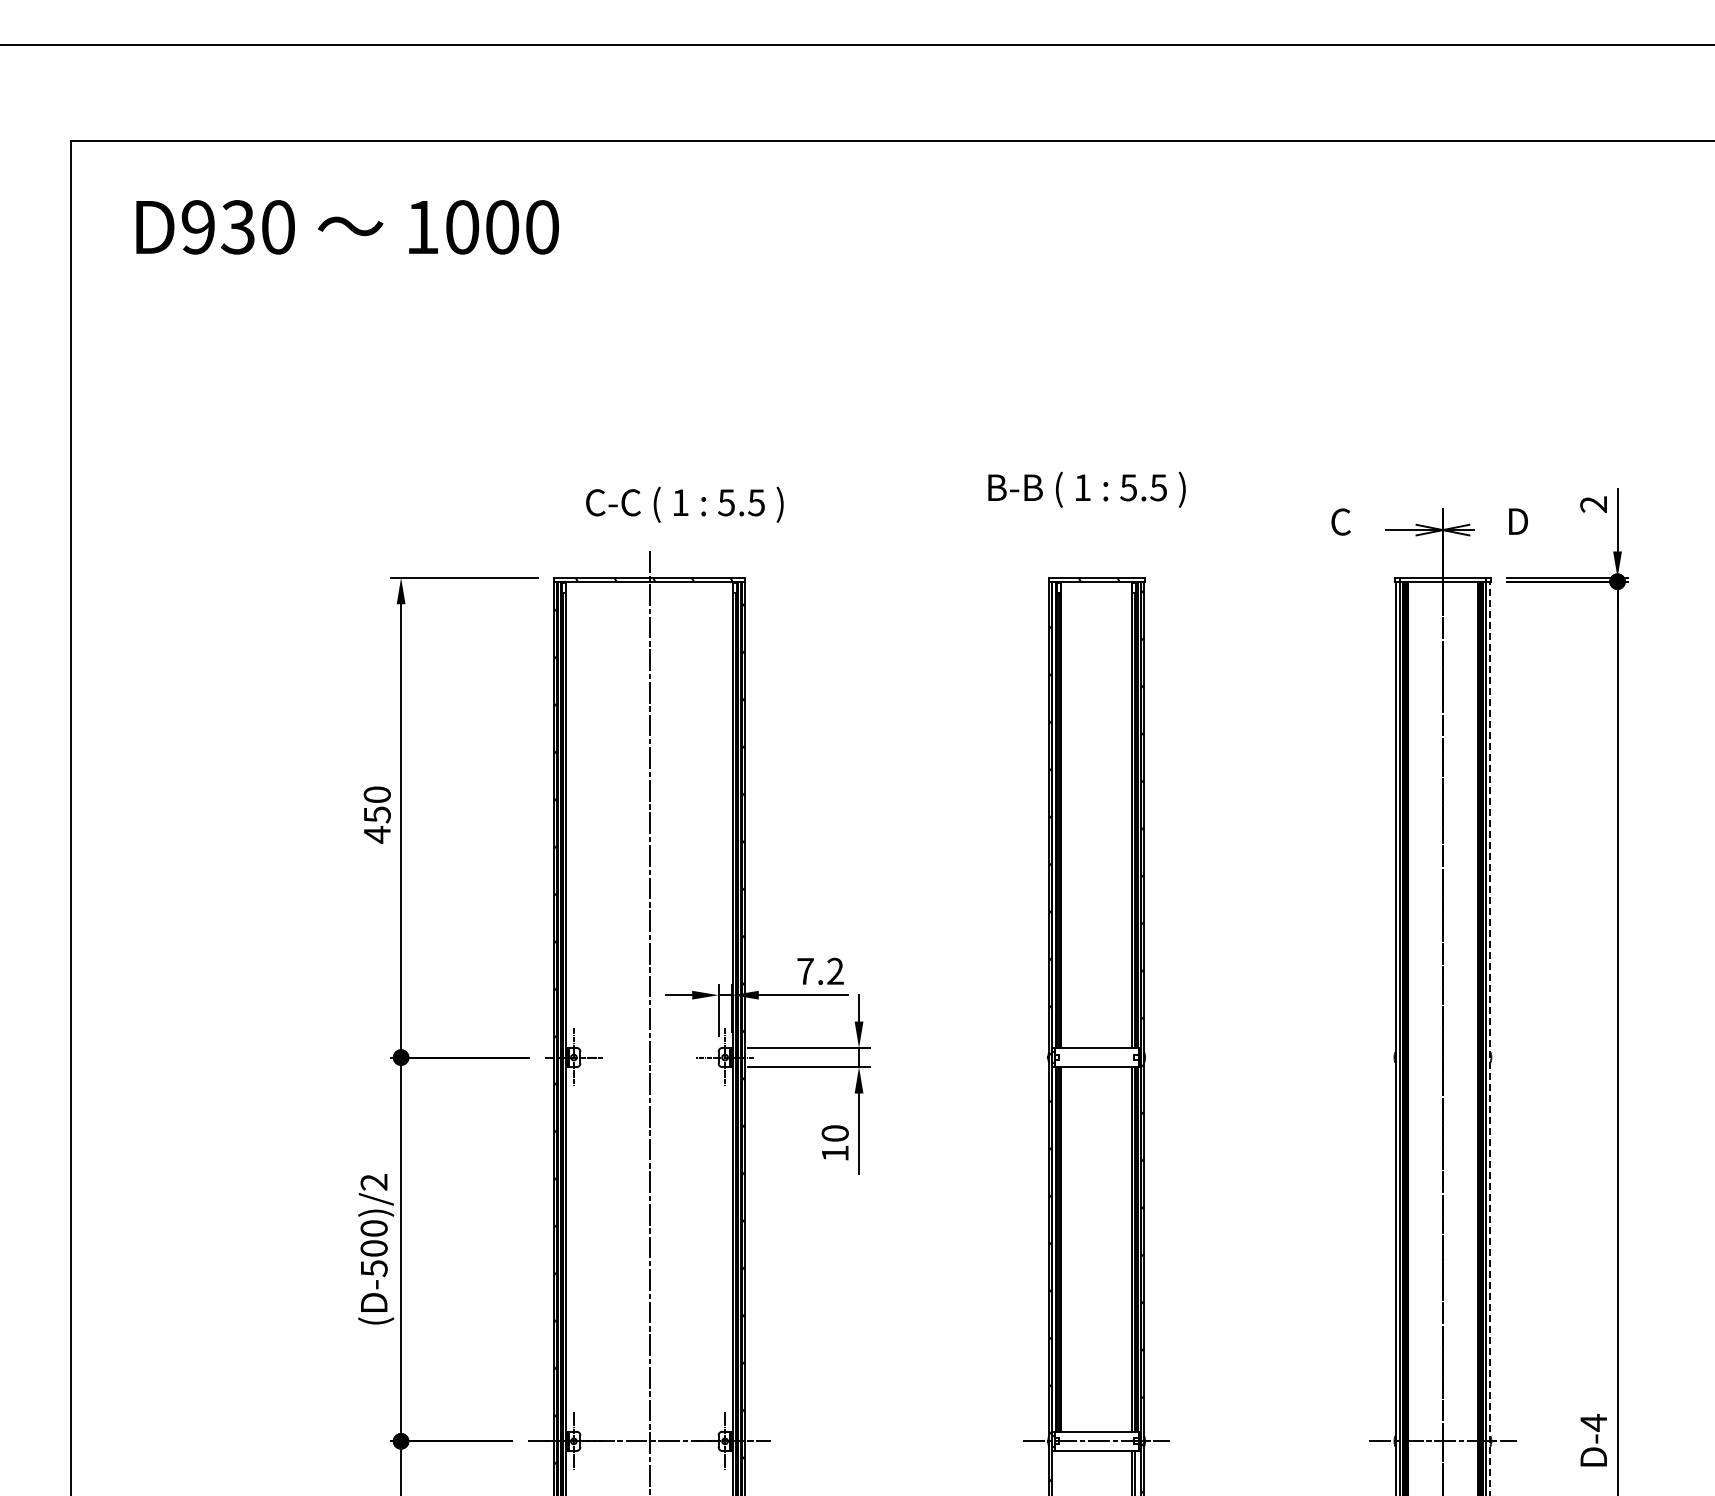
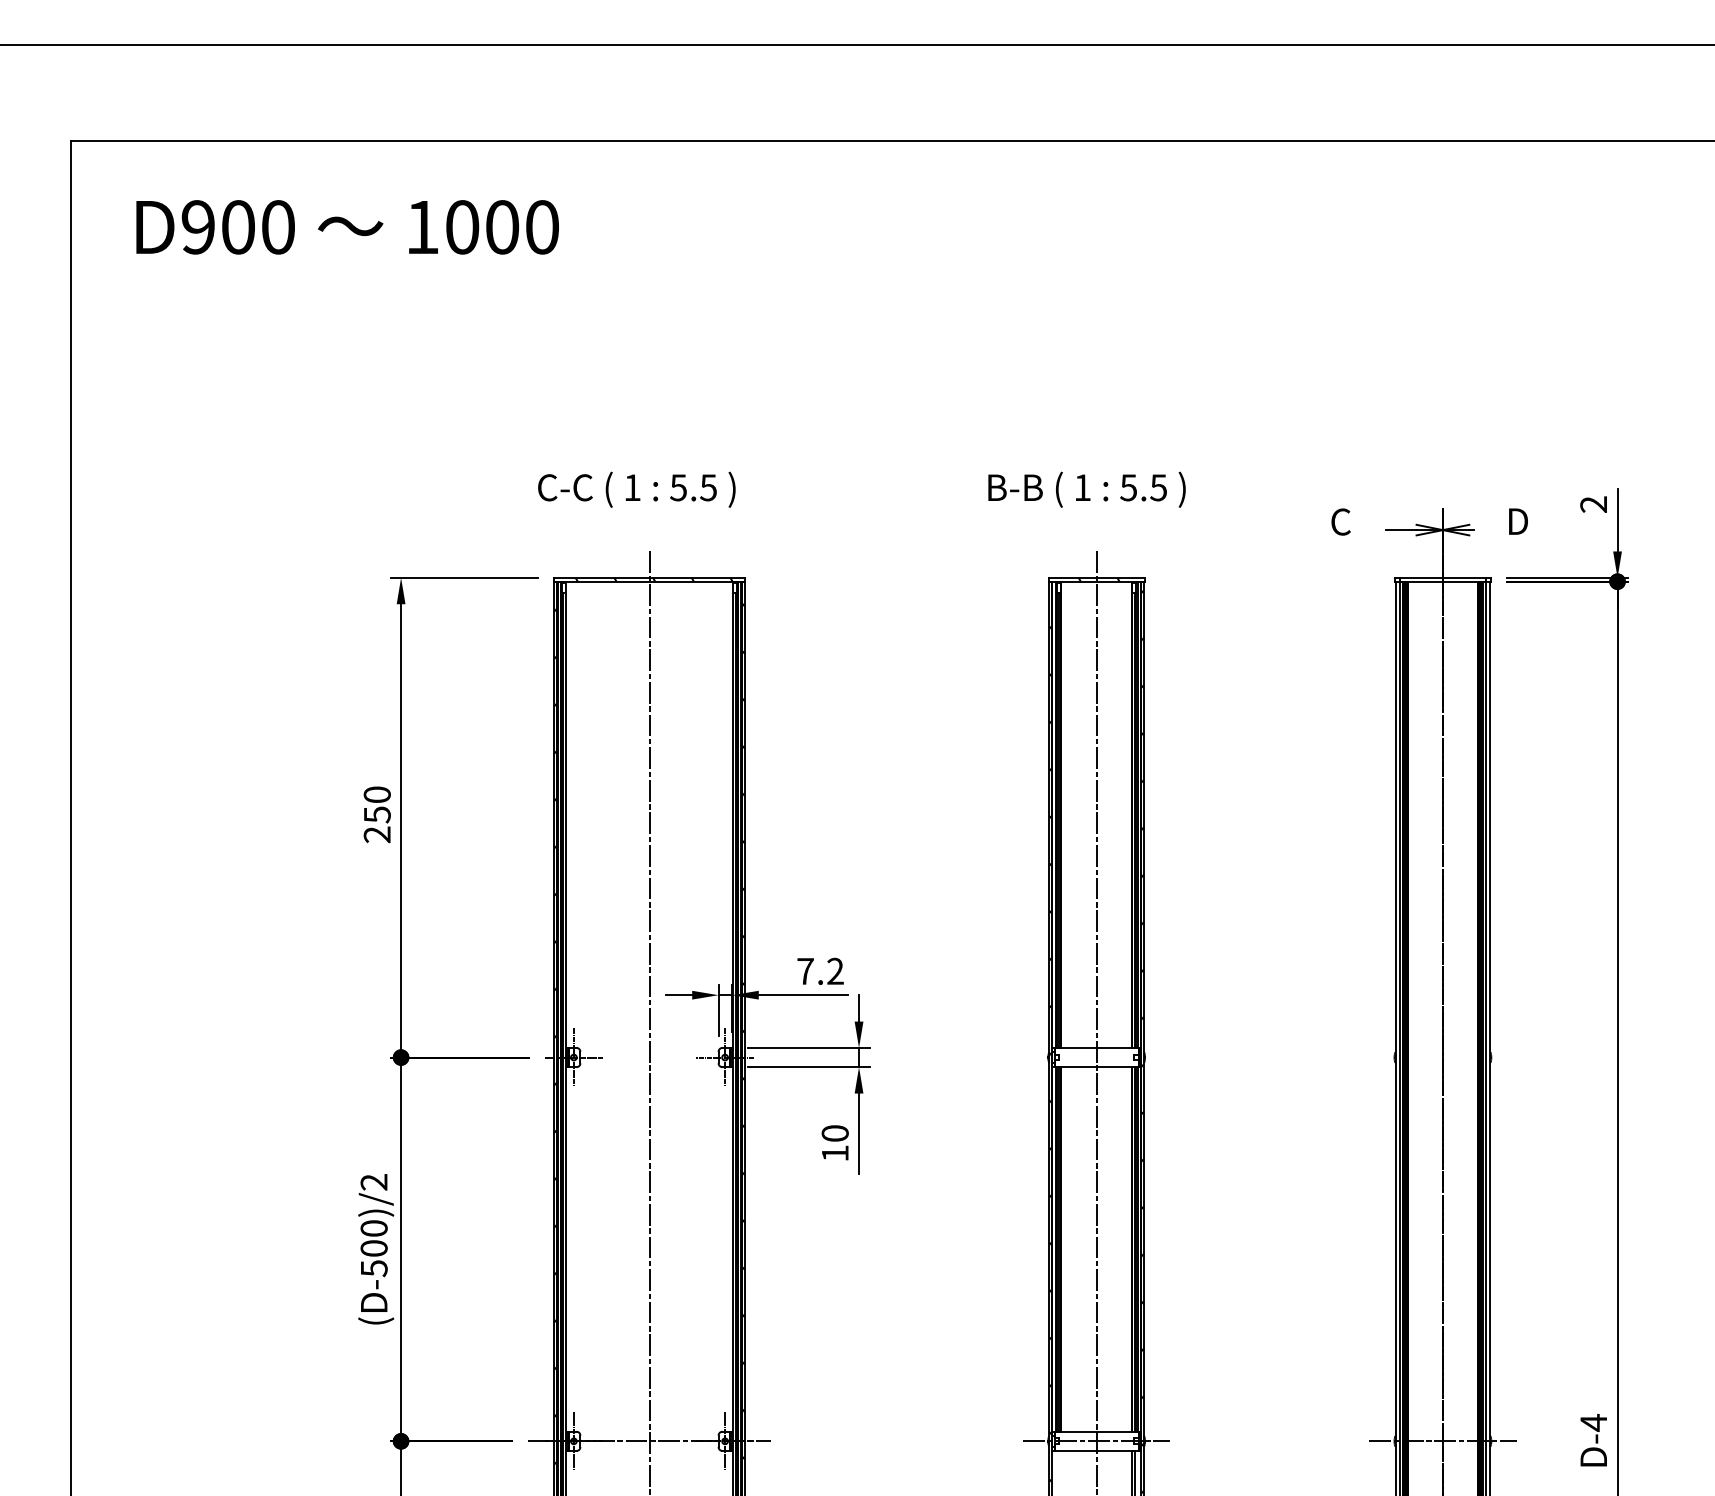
text at (237, 227): D930 -> D900
text at (684, 504) position: (684, 504) -> (636, 489)
text at (376, 834): 450 -> 250
line at (1096, 1021): none -> present
line at (1490, 1038): dashed -> solid
